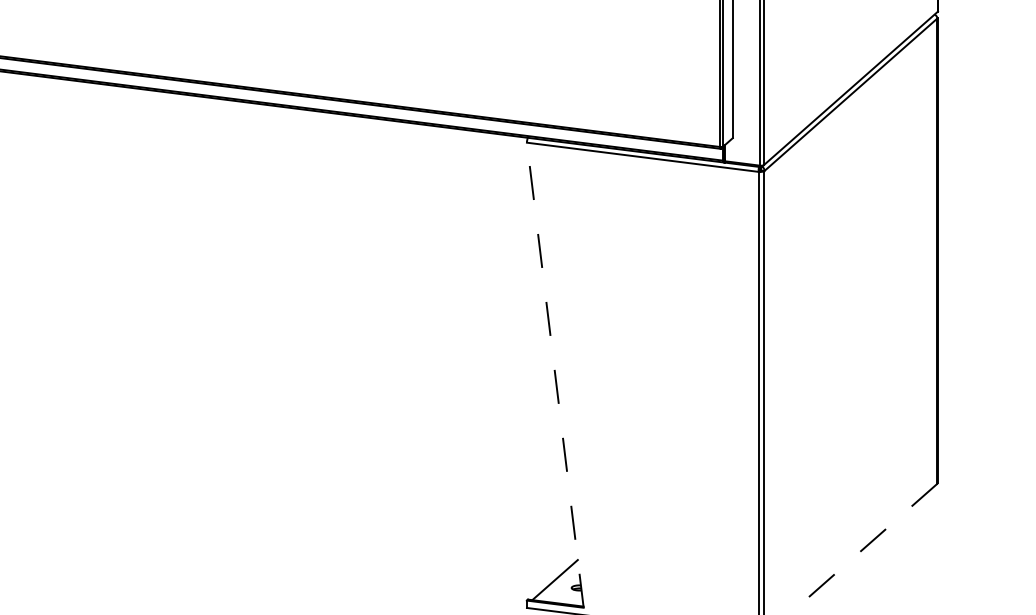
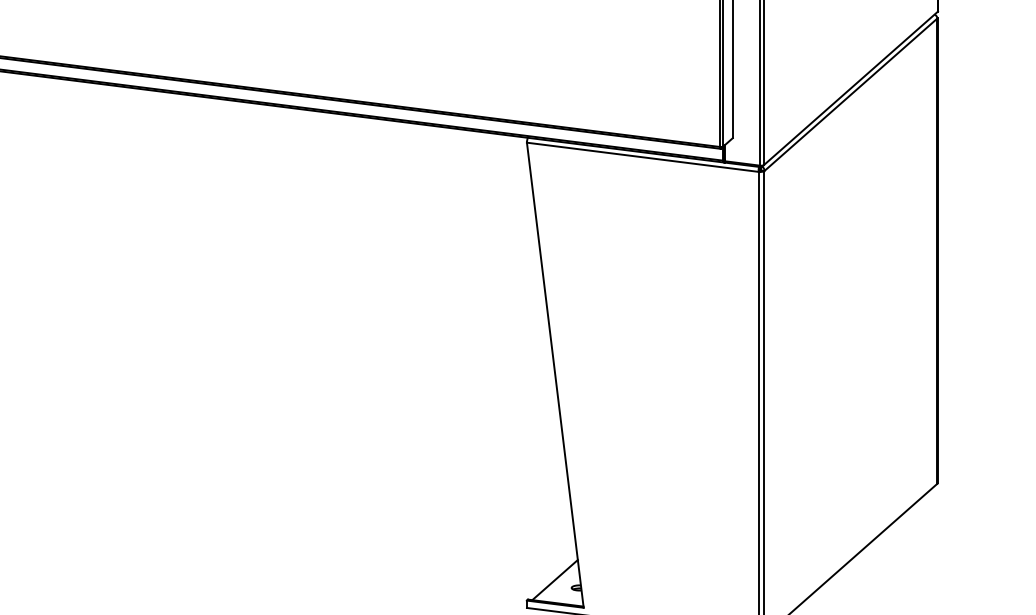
line at (555, 374): dashed -> solid
line at (863, 549): dashed -> solid
